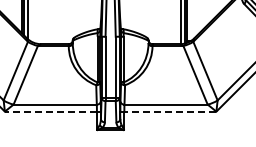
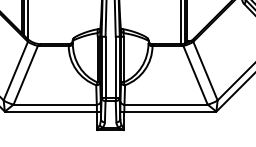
line at (50, 111): dashed -> solid
line at (169, 111): dashed -> solid
